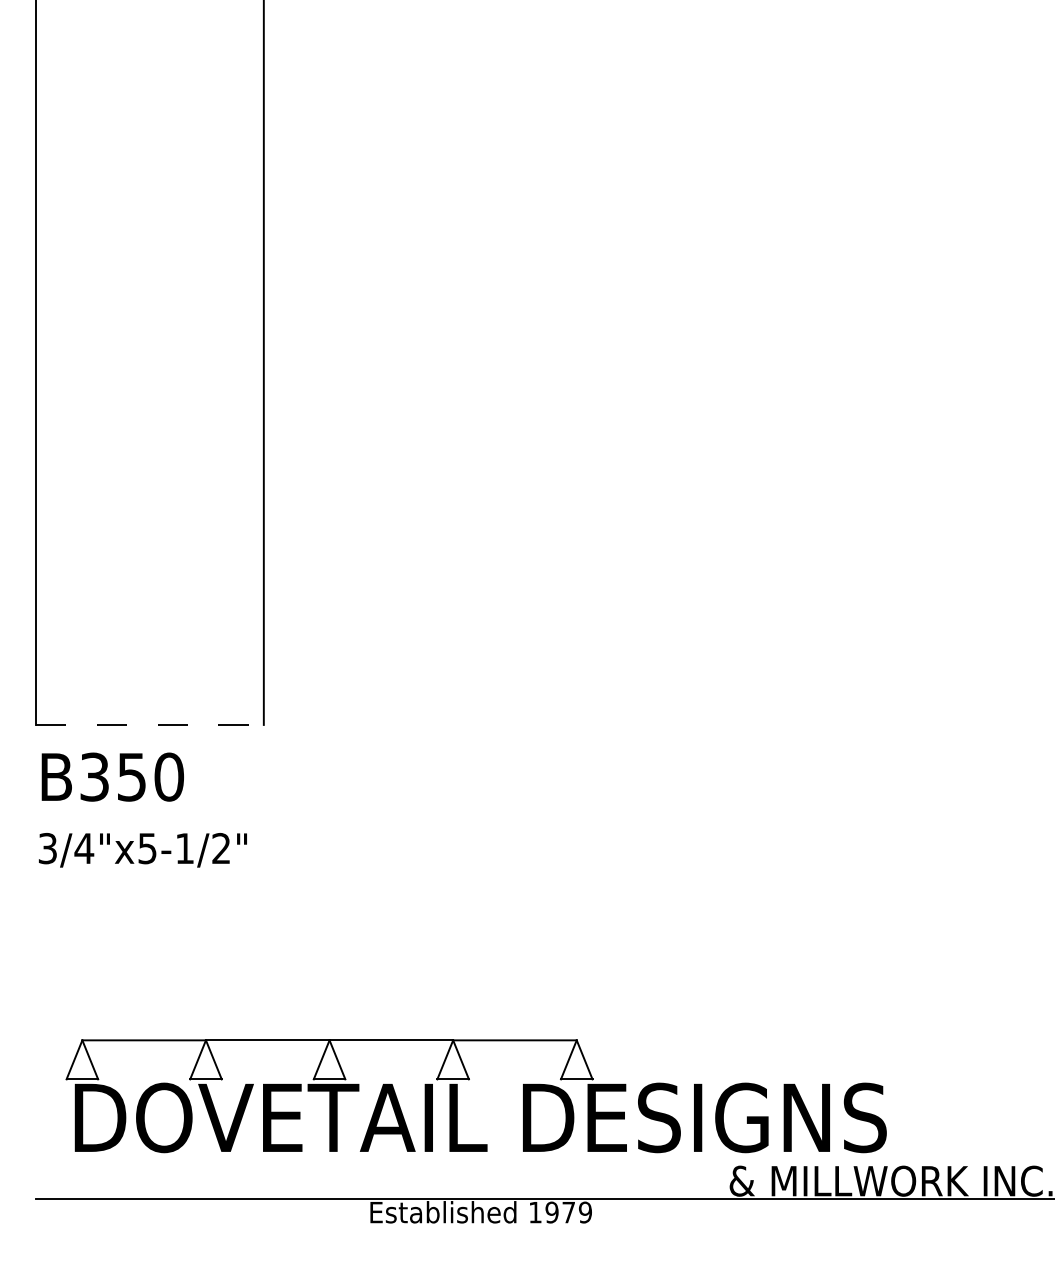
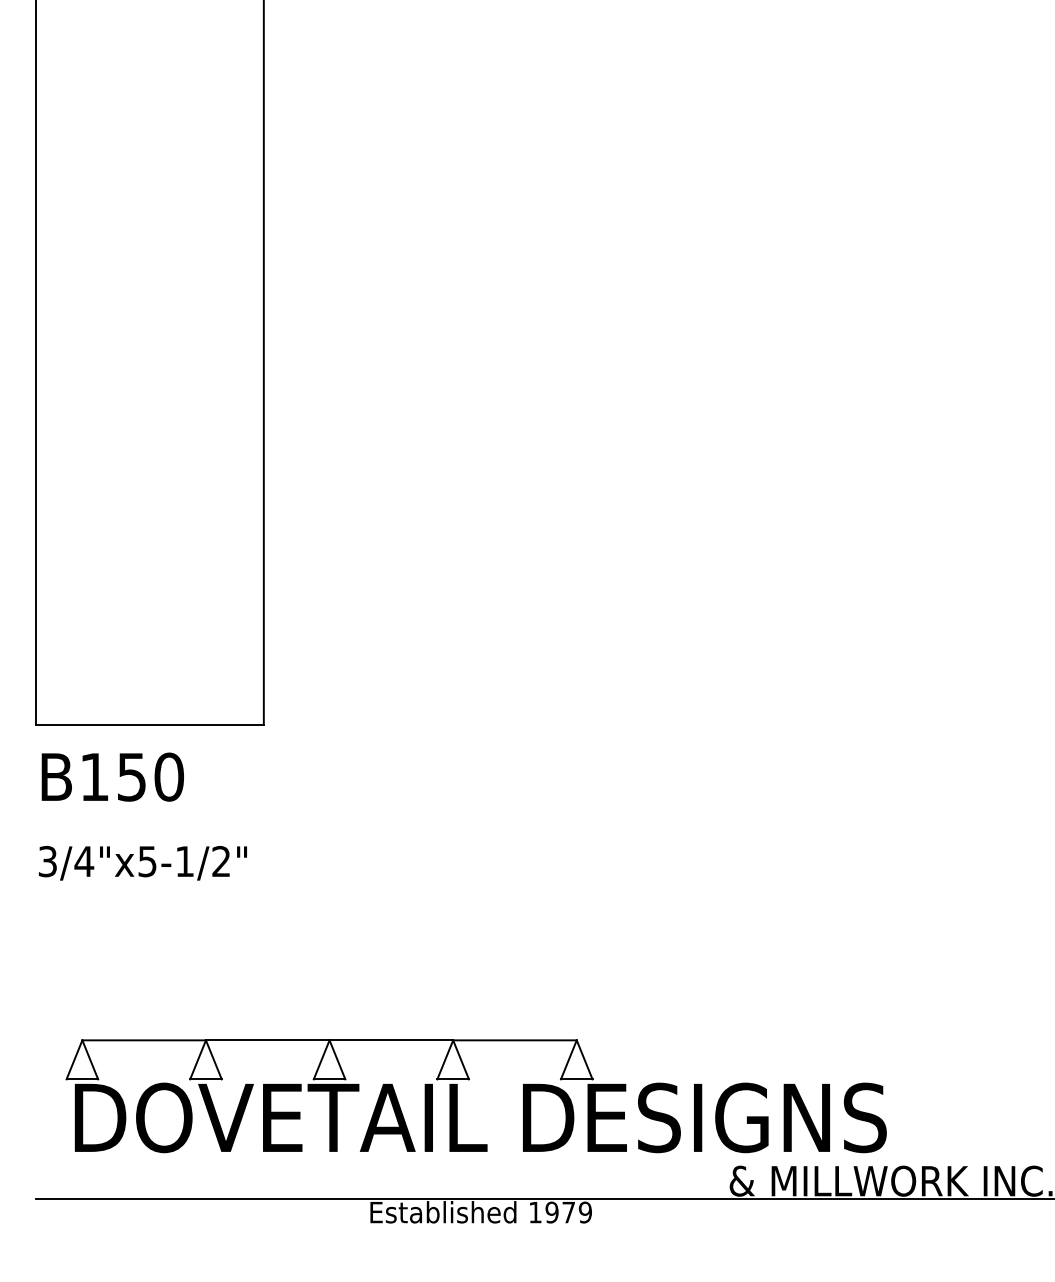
line at (149, 724): dashed -> solid
text at (94, 776): B350 -> B150
text at (142, 850) position: (142, 850) -> (142, 863)
